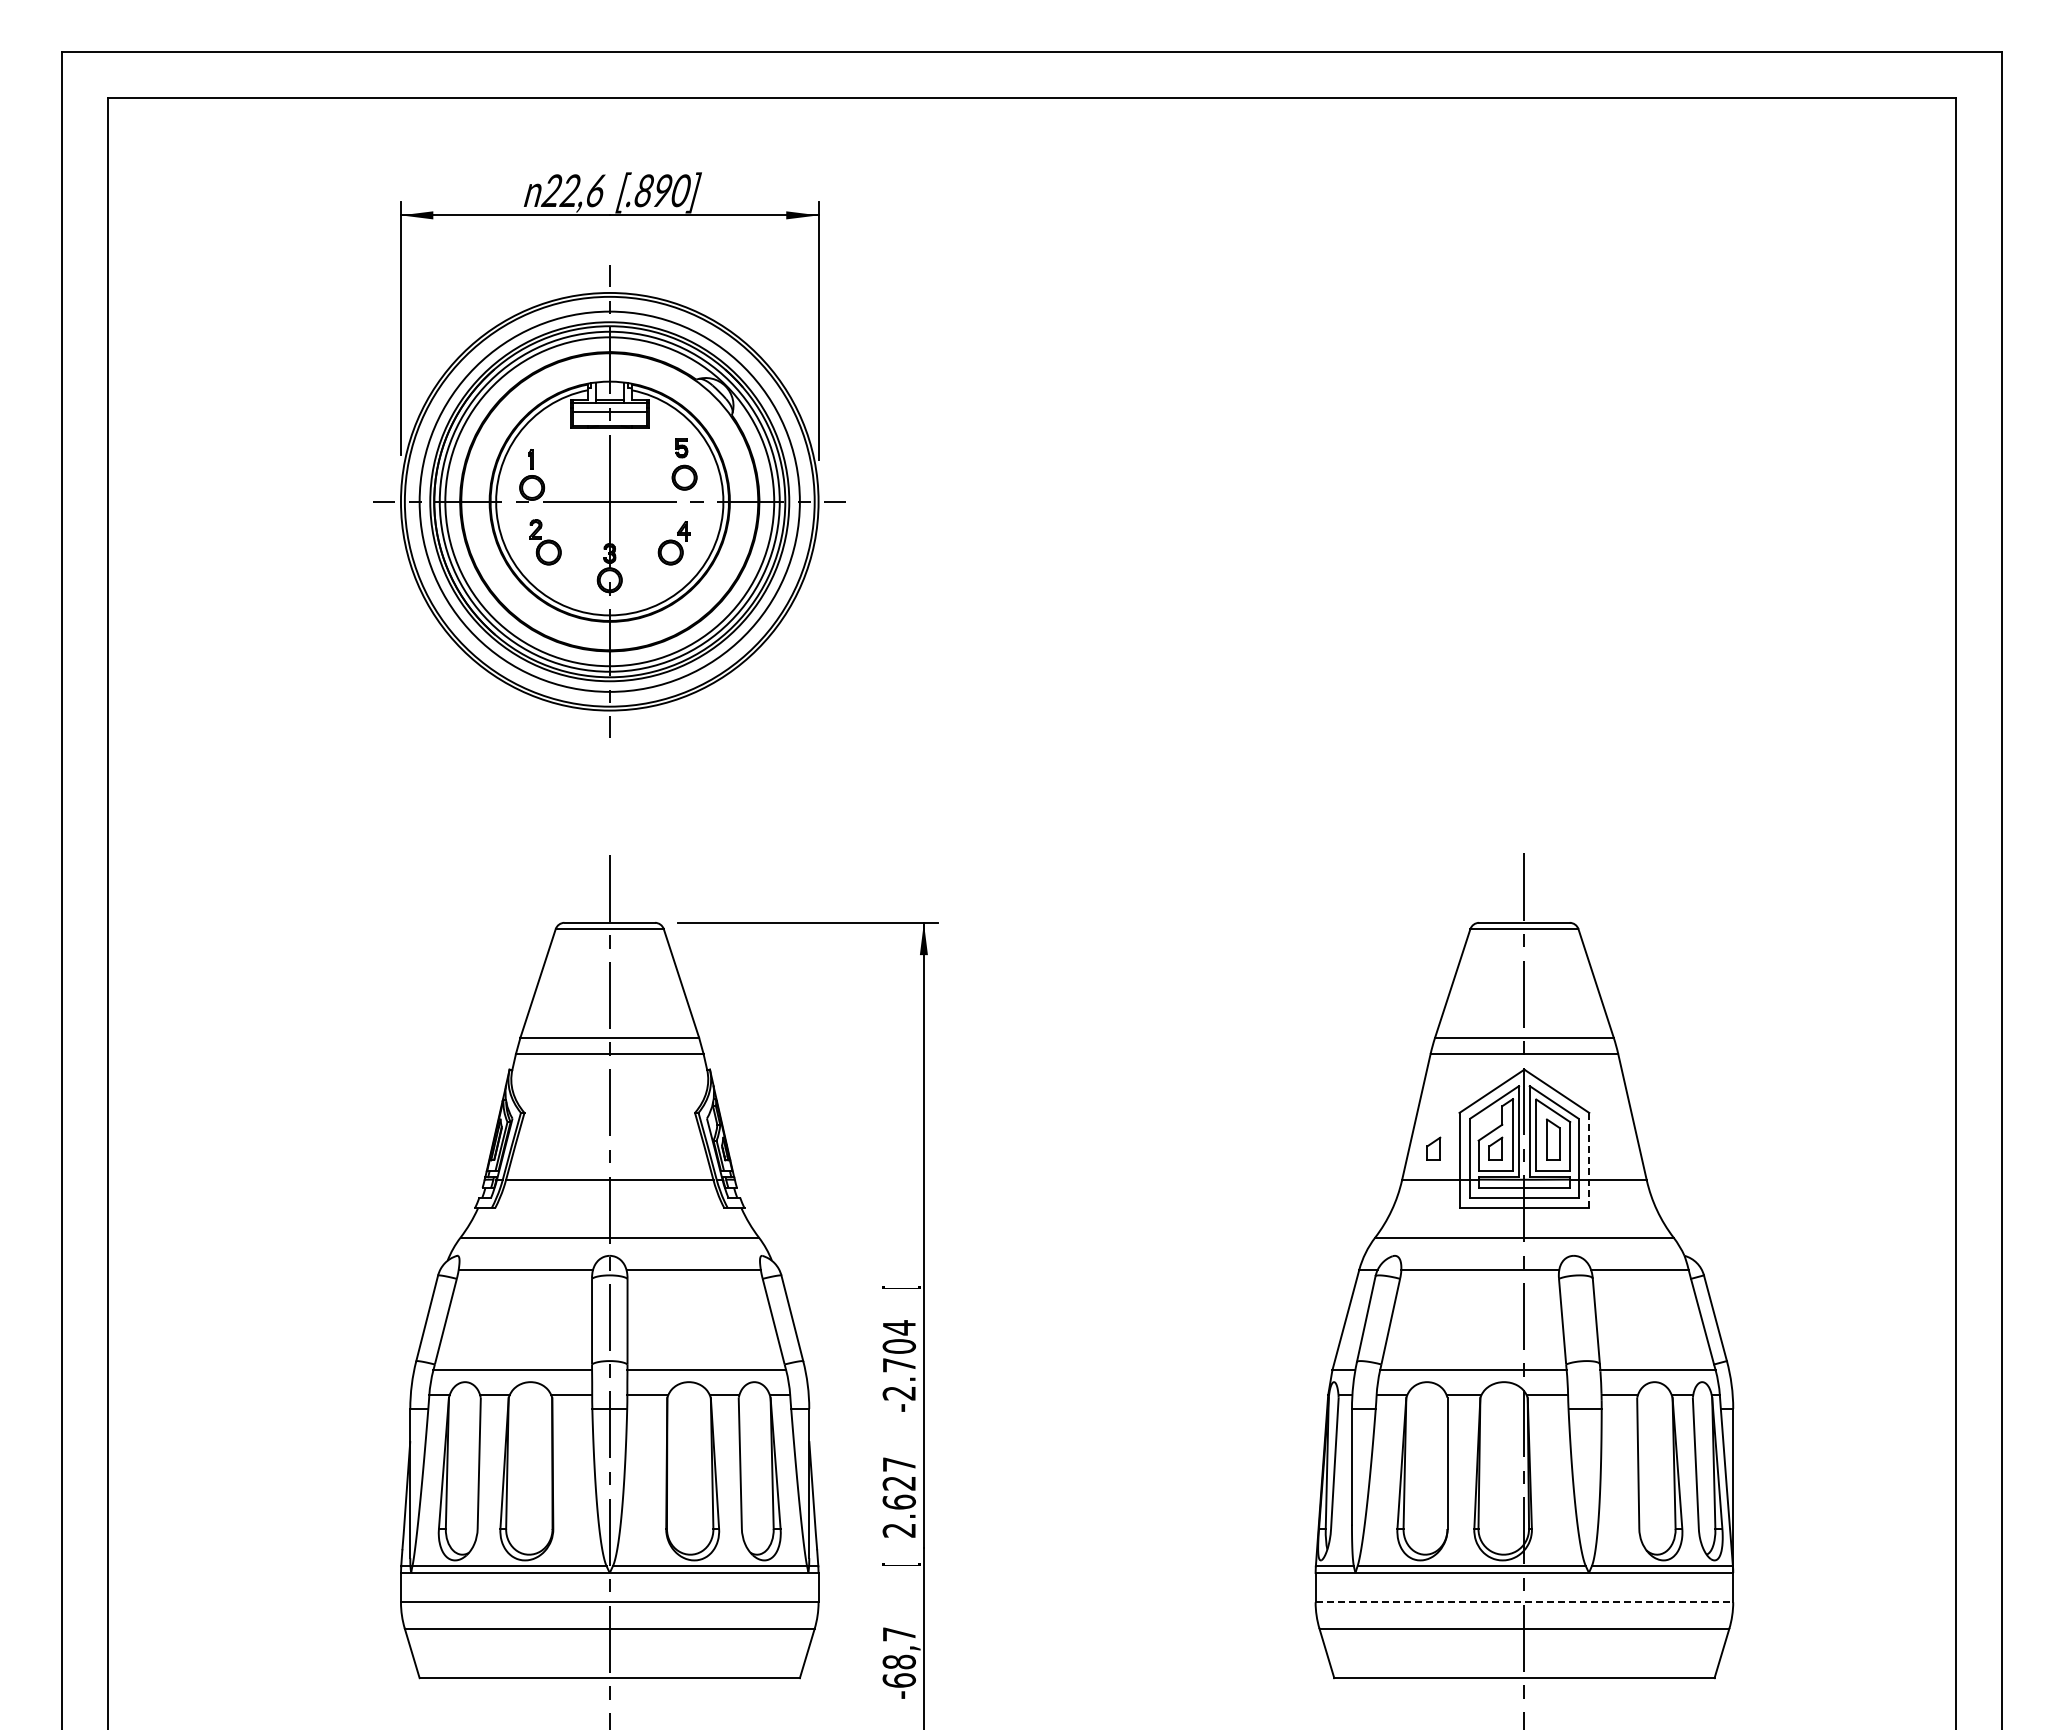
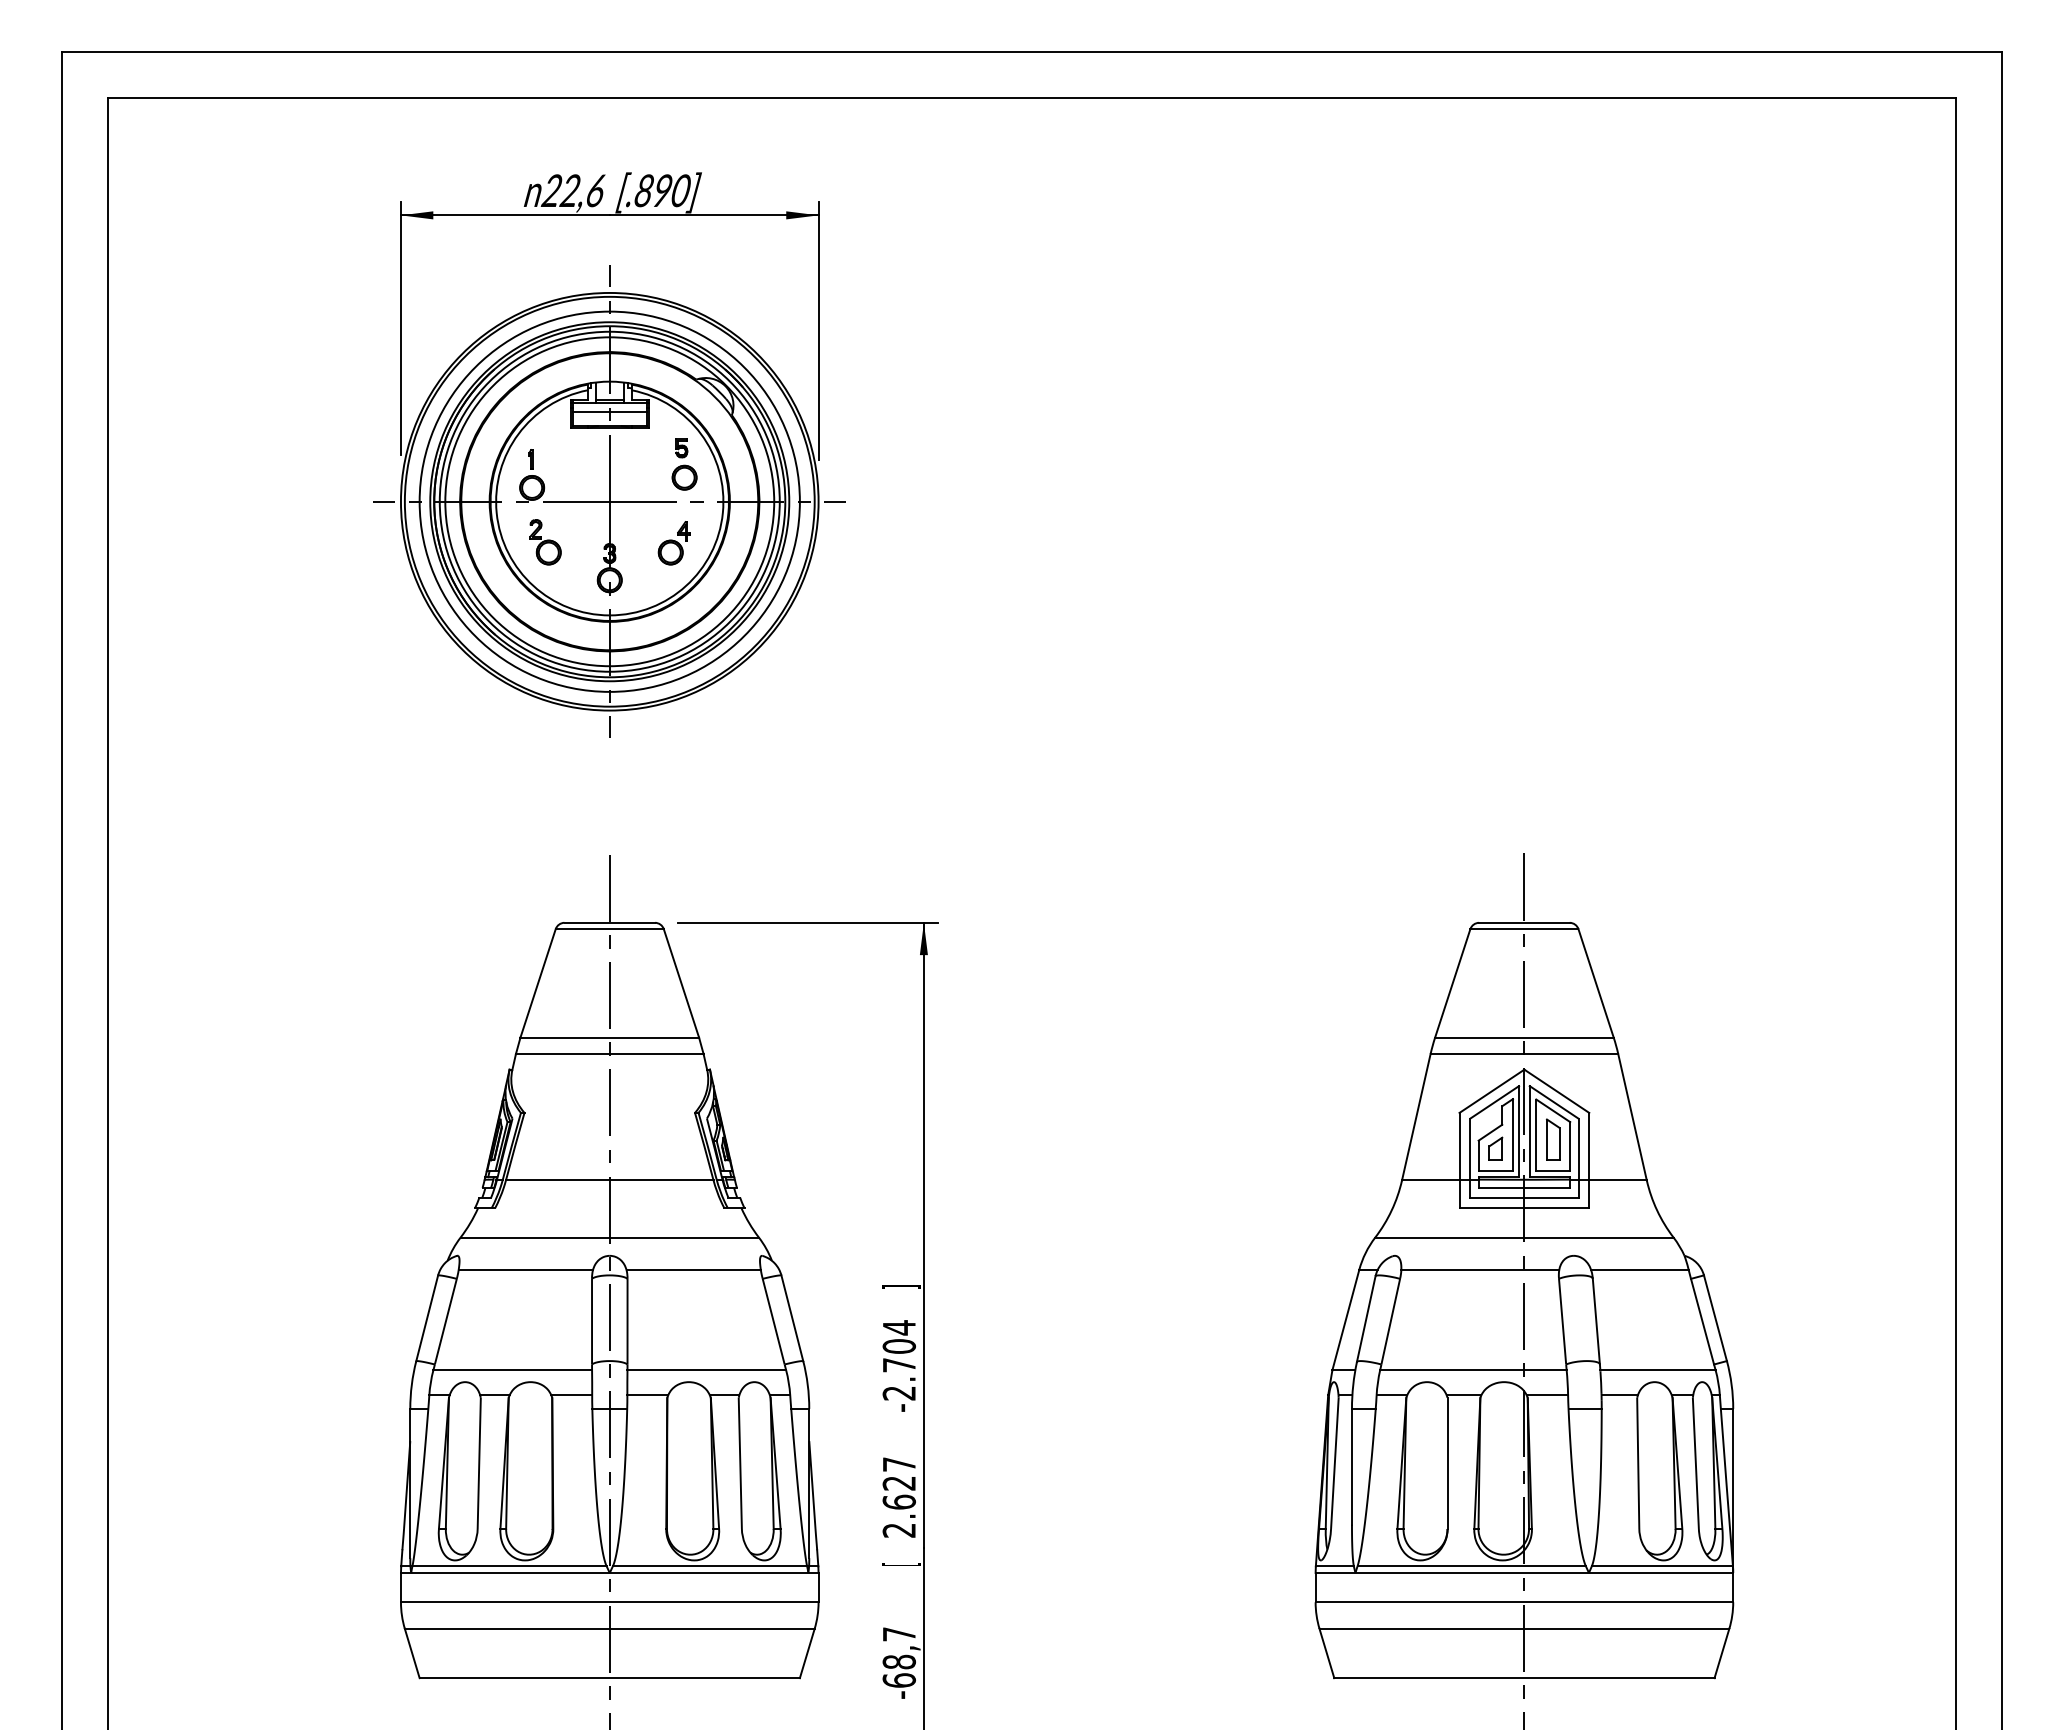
part at (1433, 1148): present -> none
line at (1589, 1160): dashed -> solid
text at (901, 1286): [ -> ]
line at (1524, 1602): dashed -> solid
